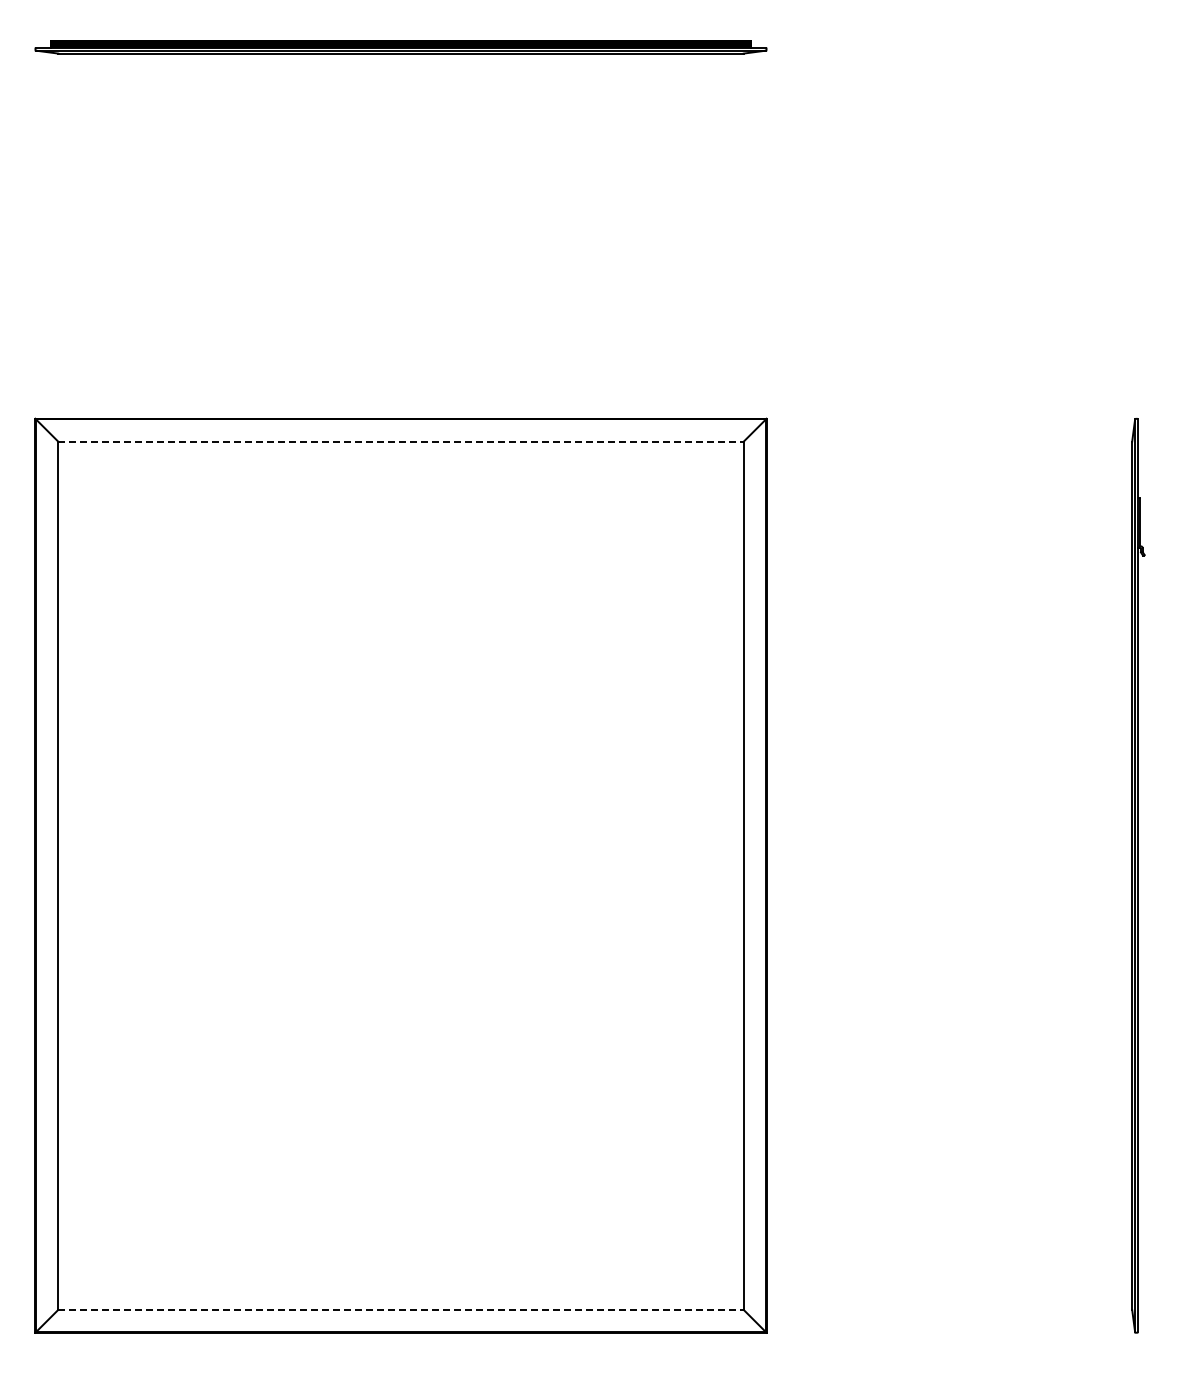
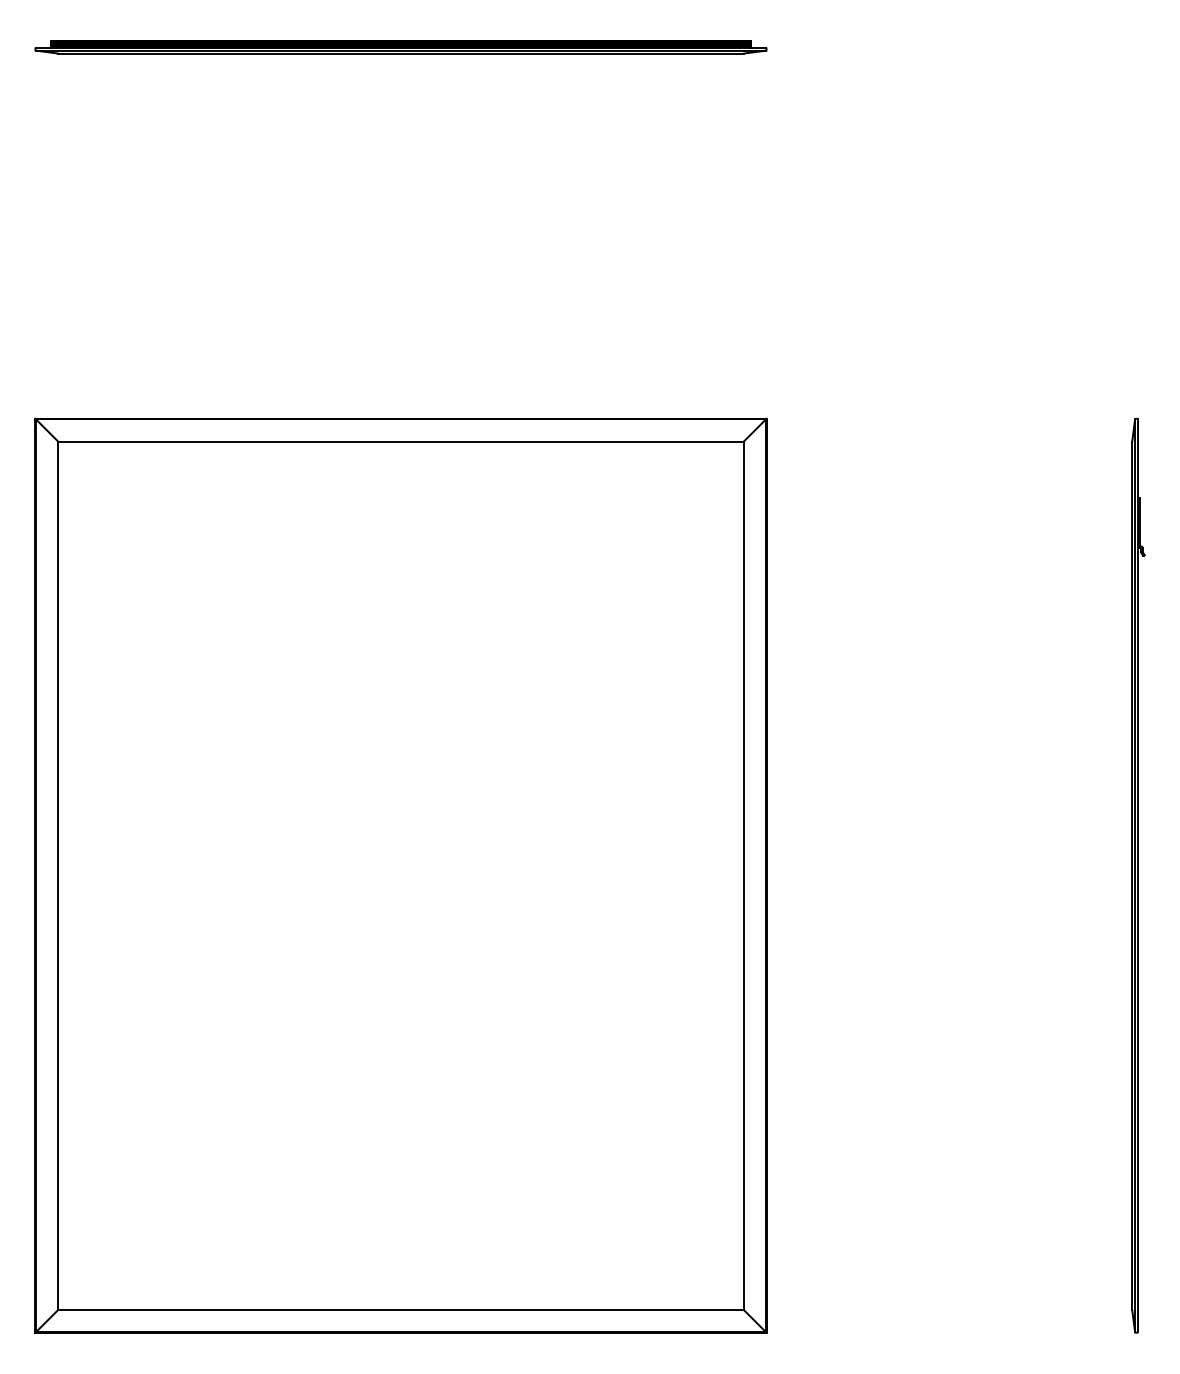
line at (401, 441): dashed -> solid
line at (401, 1309): dashed -> solid
